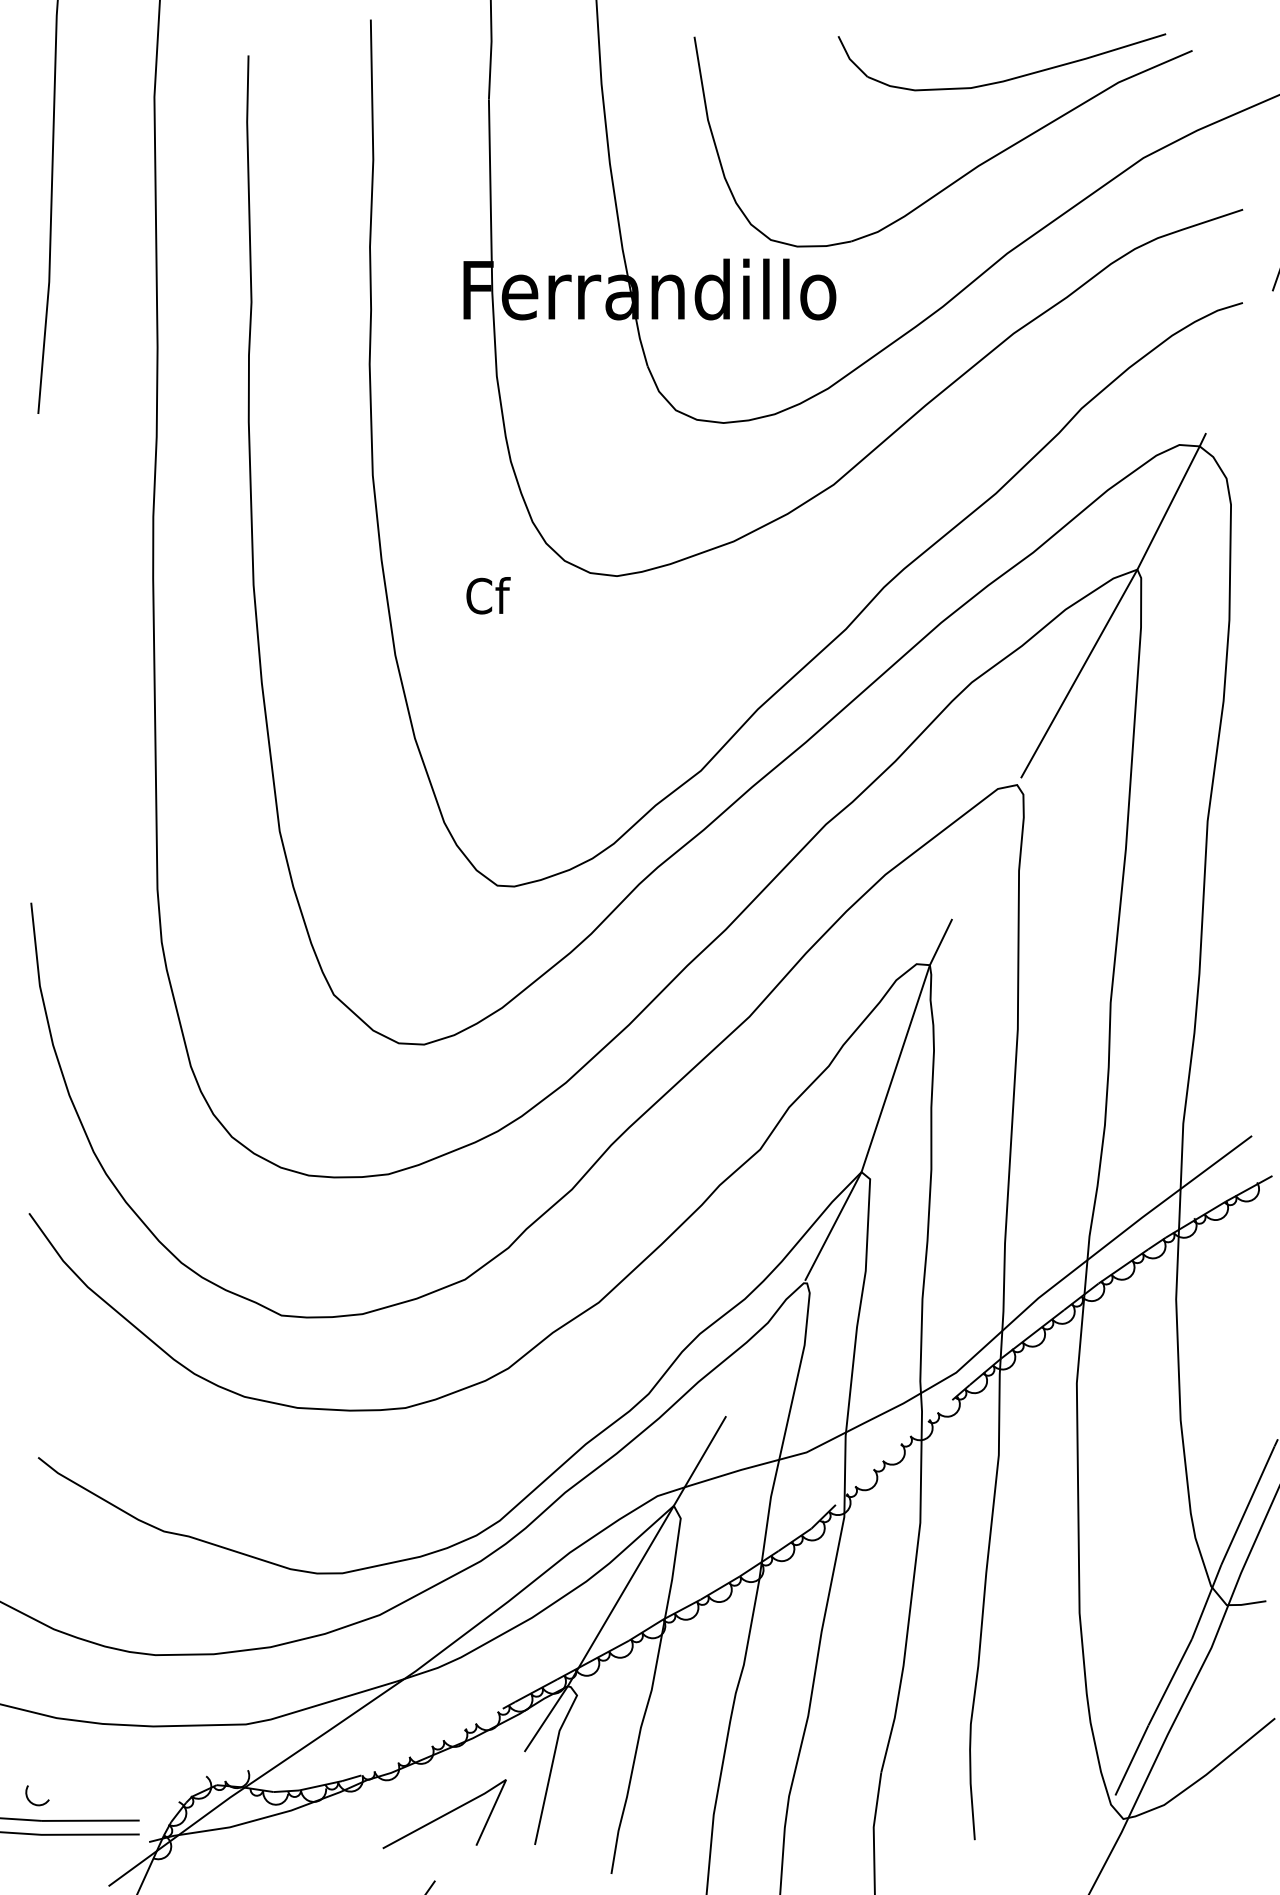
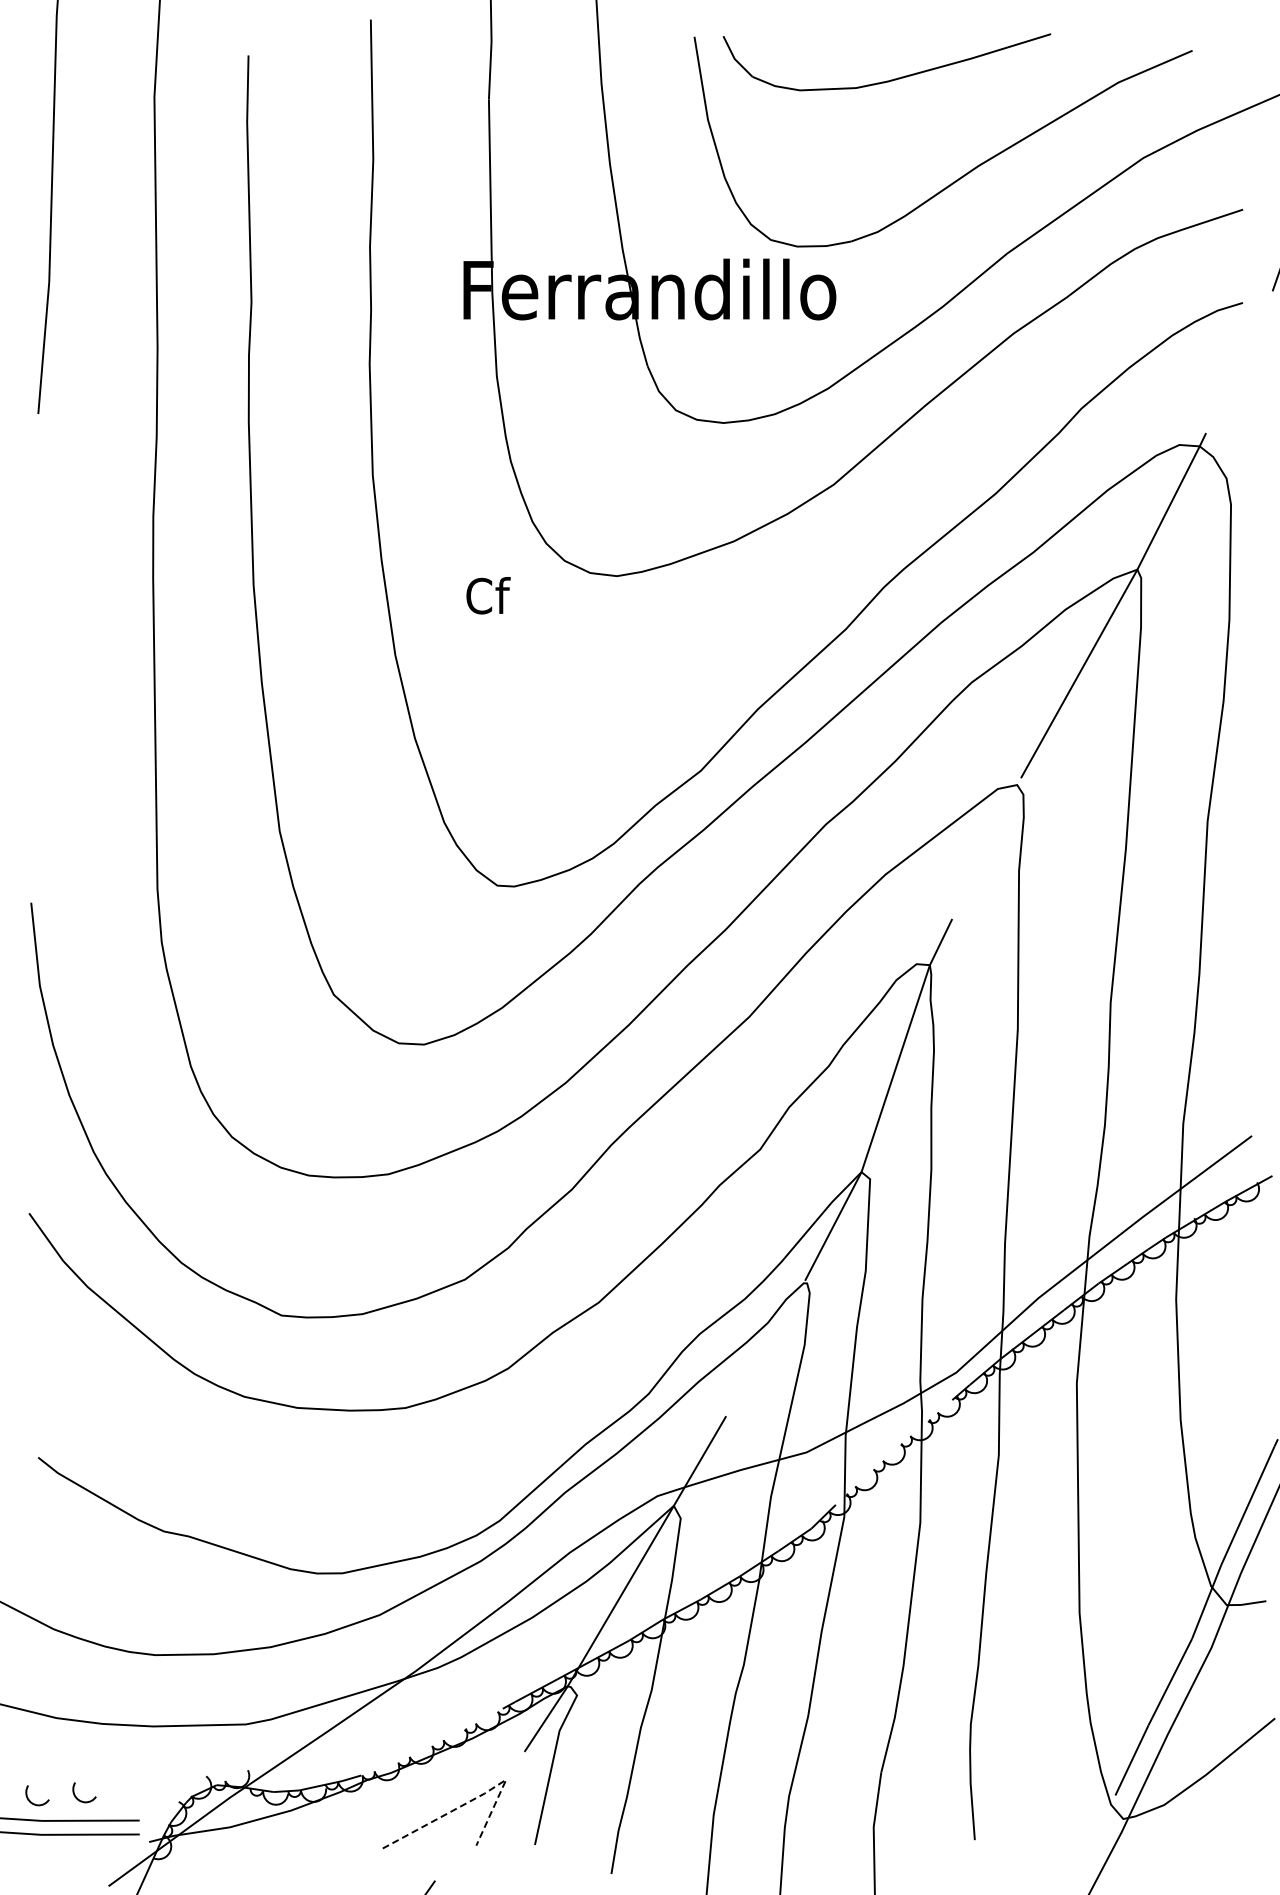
part at (1005, 79) position: (1005, 79) -> (890, 79)
line at (478, 1796): solid -> dashed
arc at (82, 1800): none -> present
